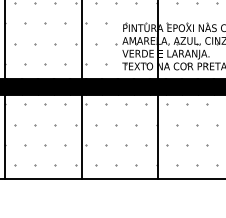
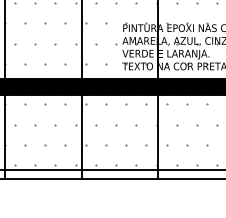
line at (112, 169): none -> present
